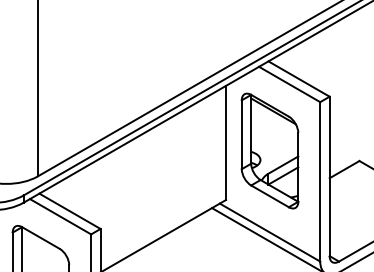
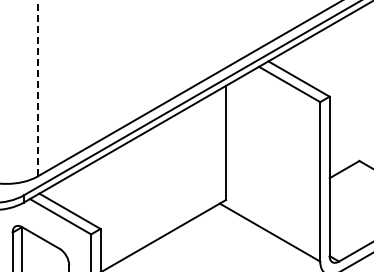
line at (37, 88): solid -> dashed
part at (269, 150): present -> none
line at (264, 238): present -> none
